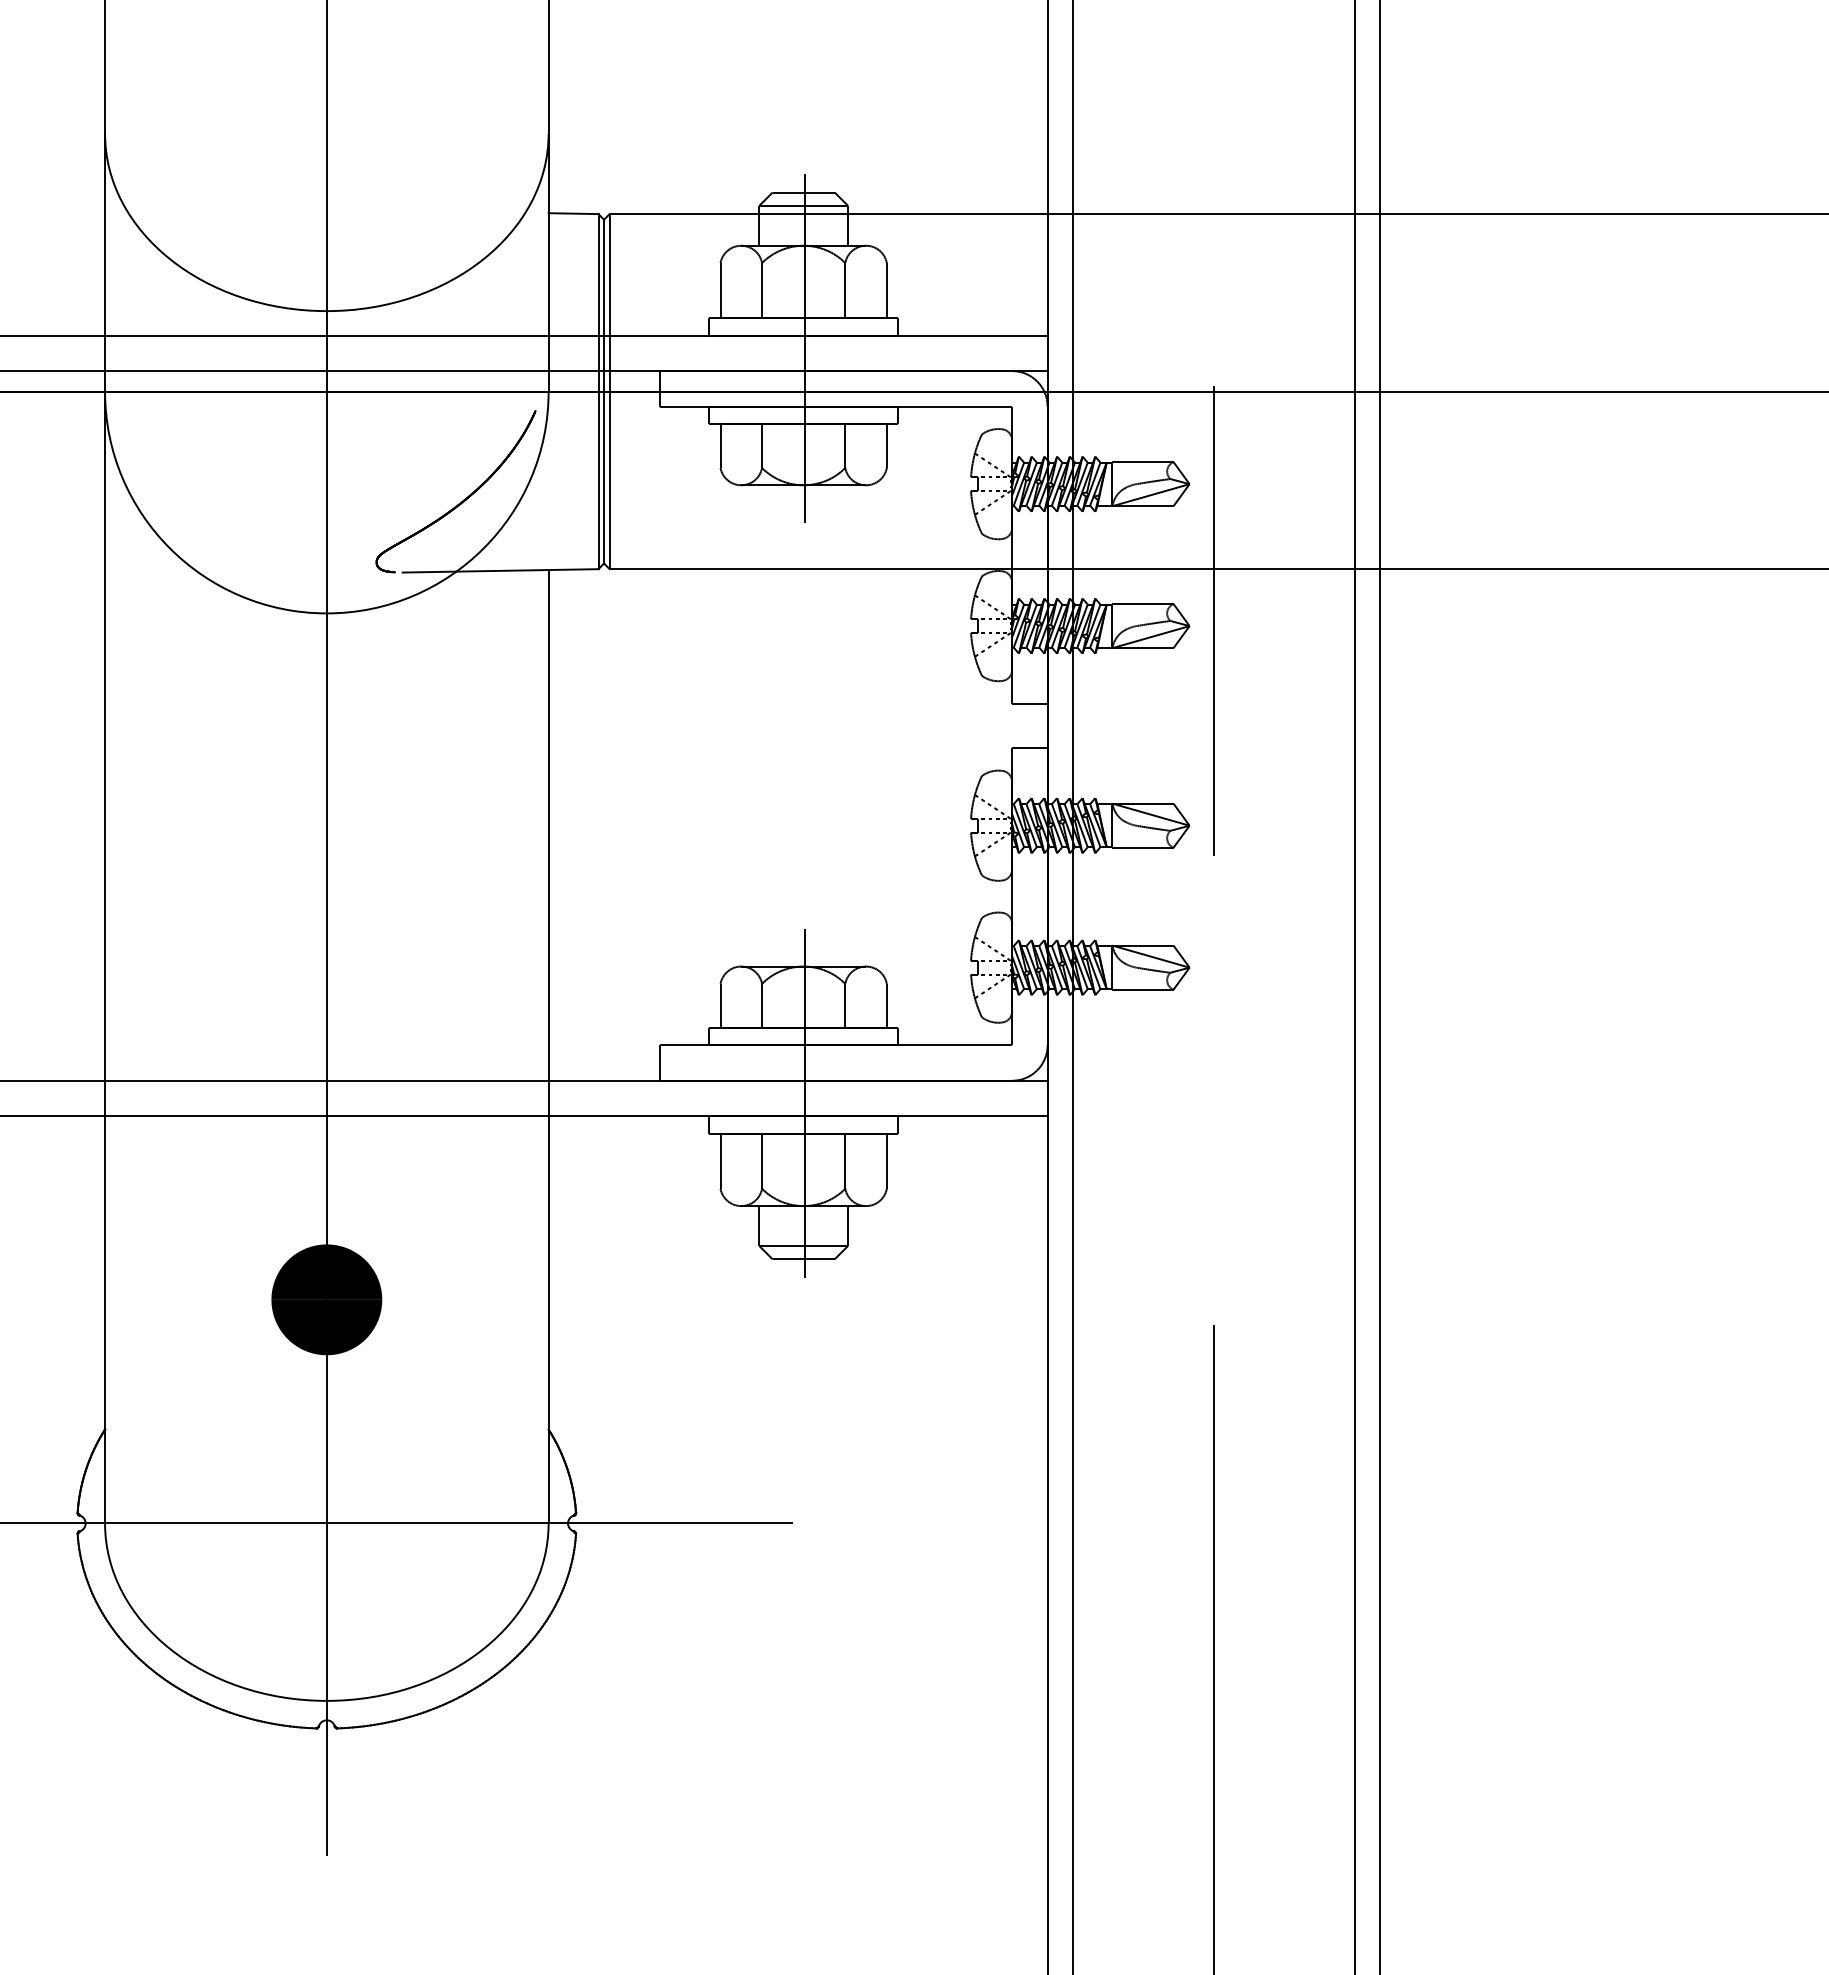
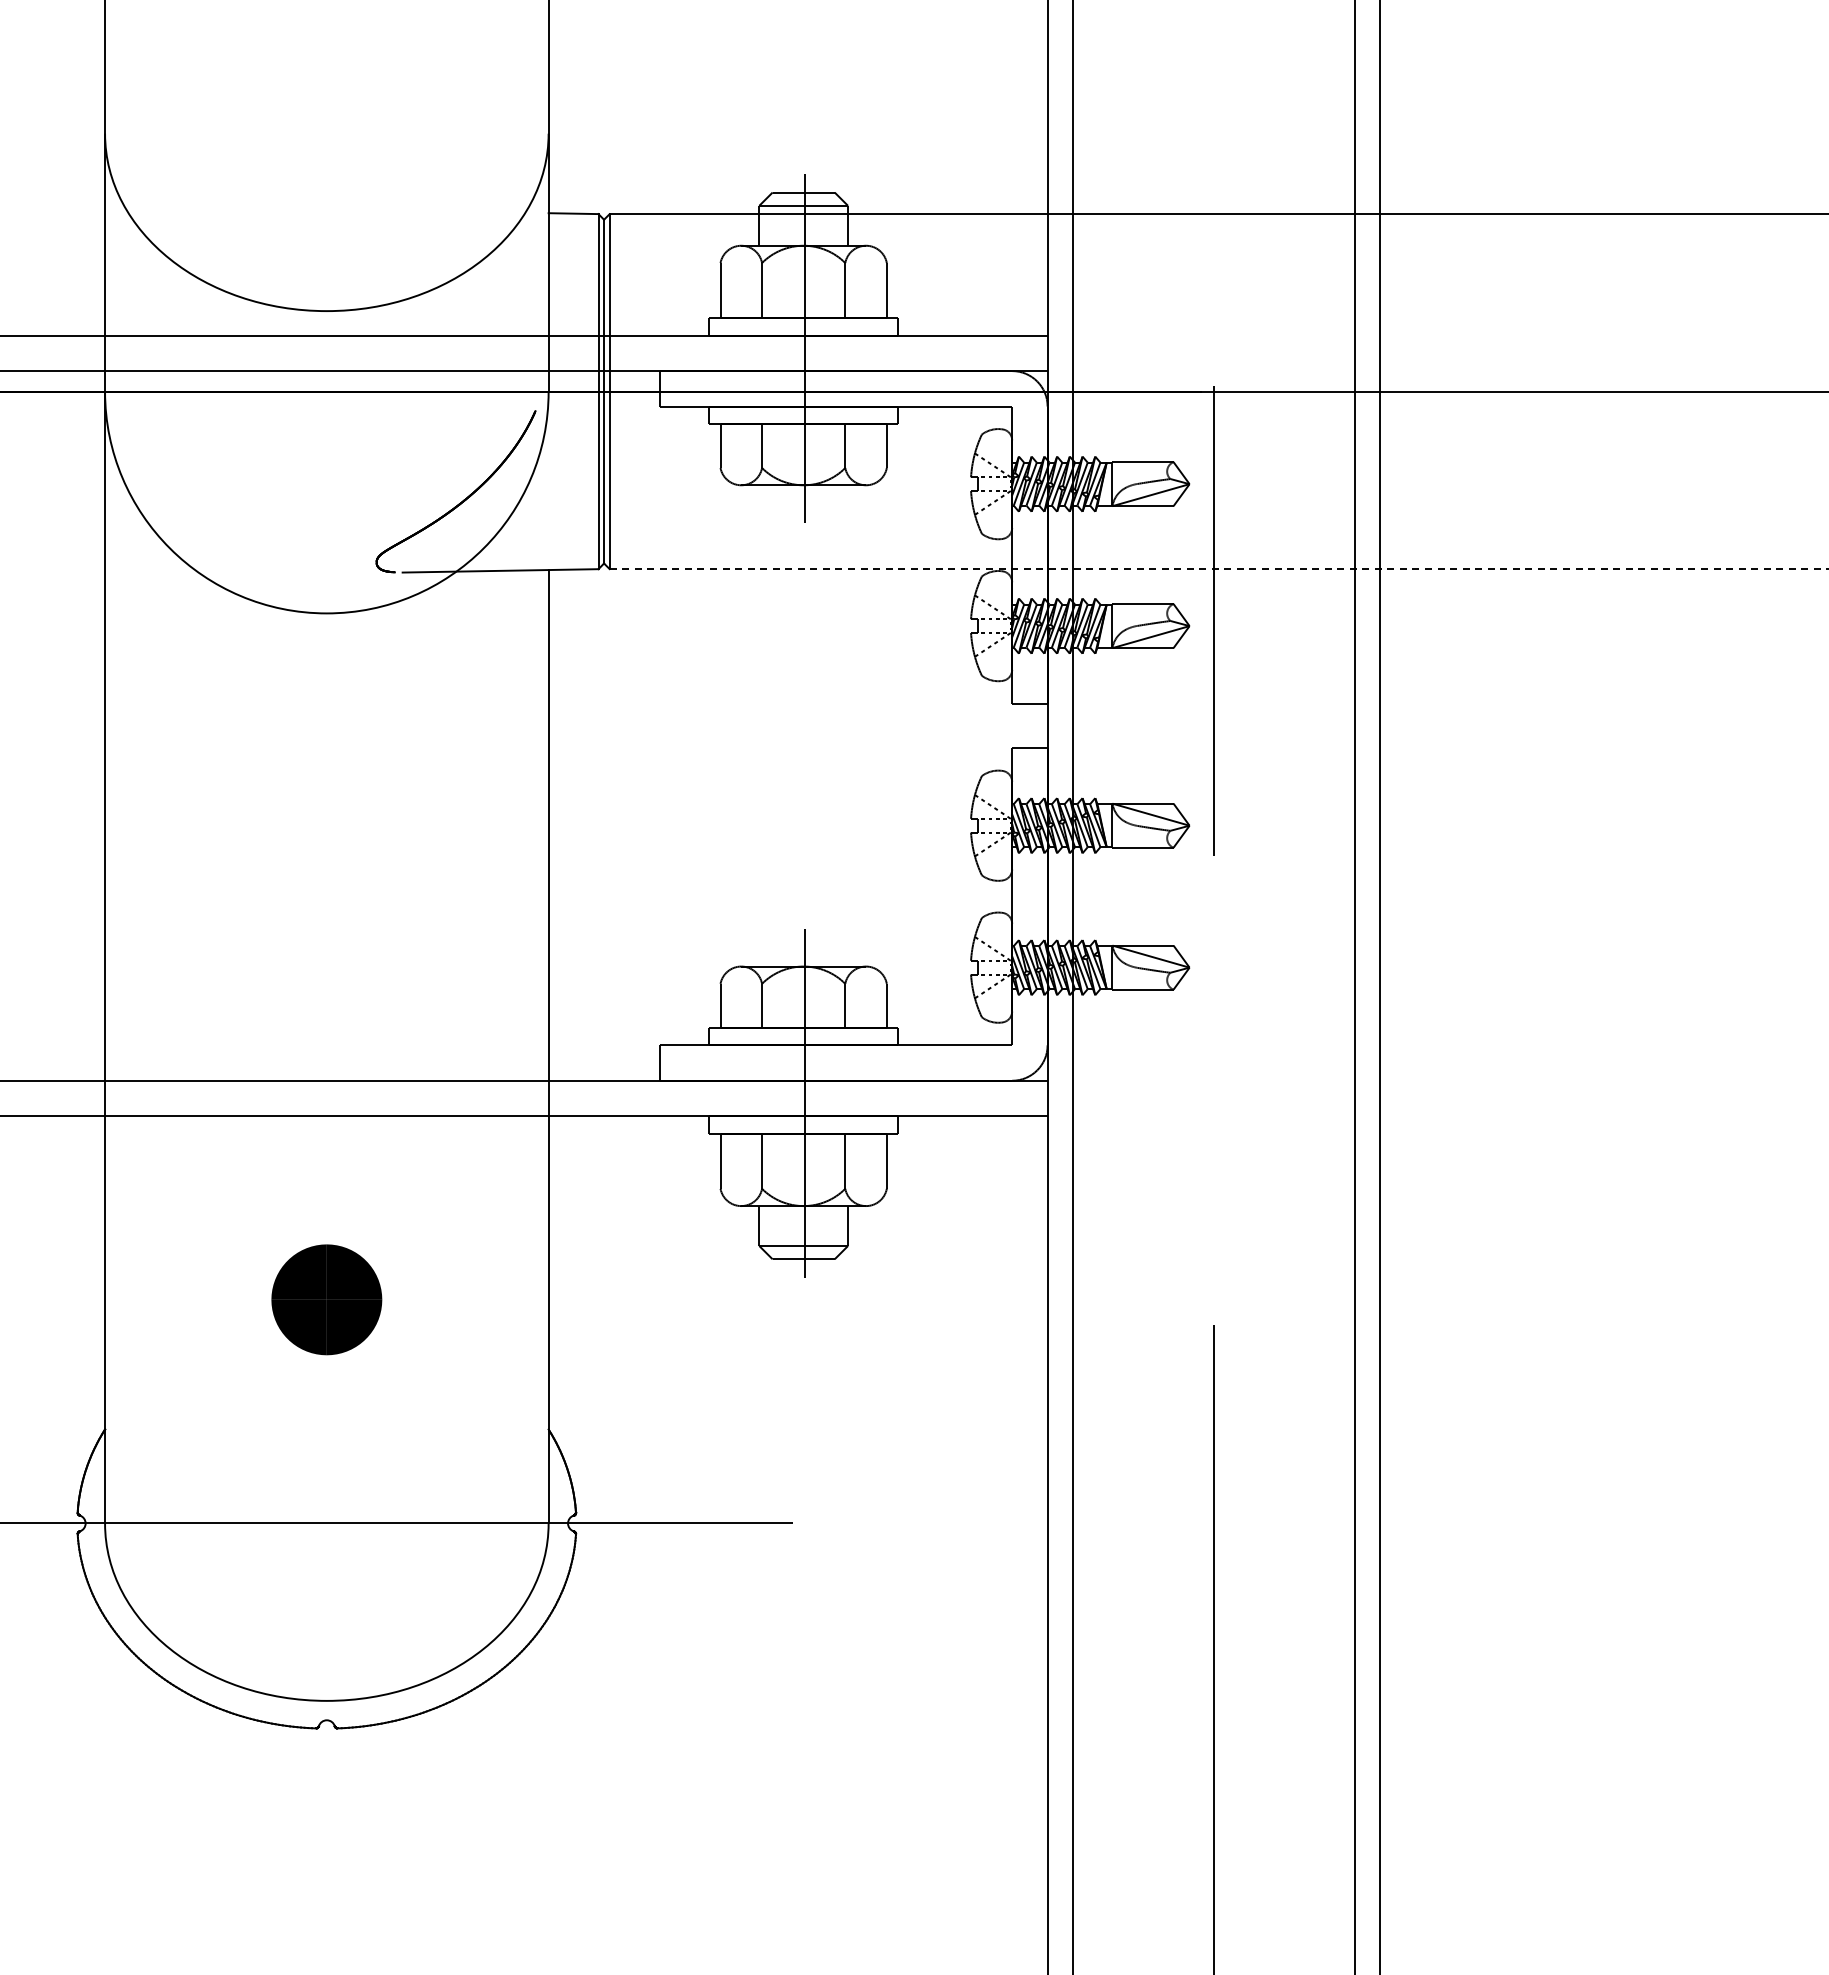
line at (1219, 569): solid -> dashed
line at (326, 929): present -> none
